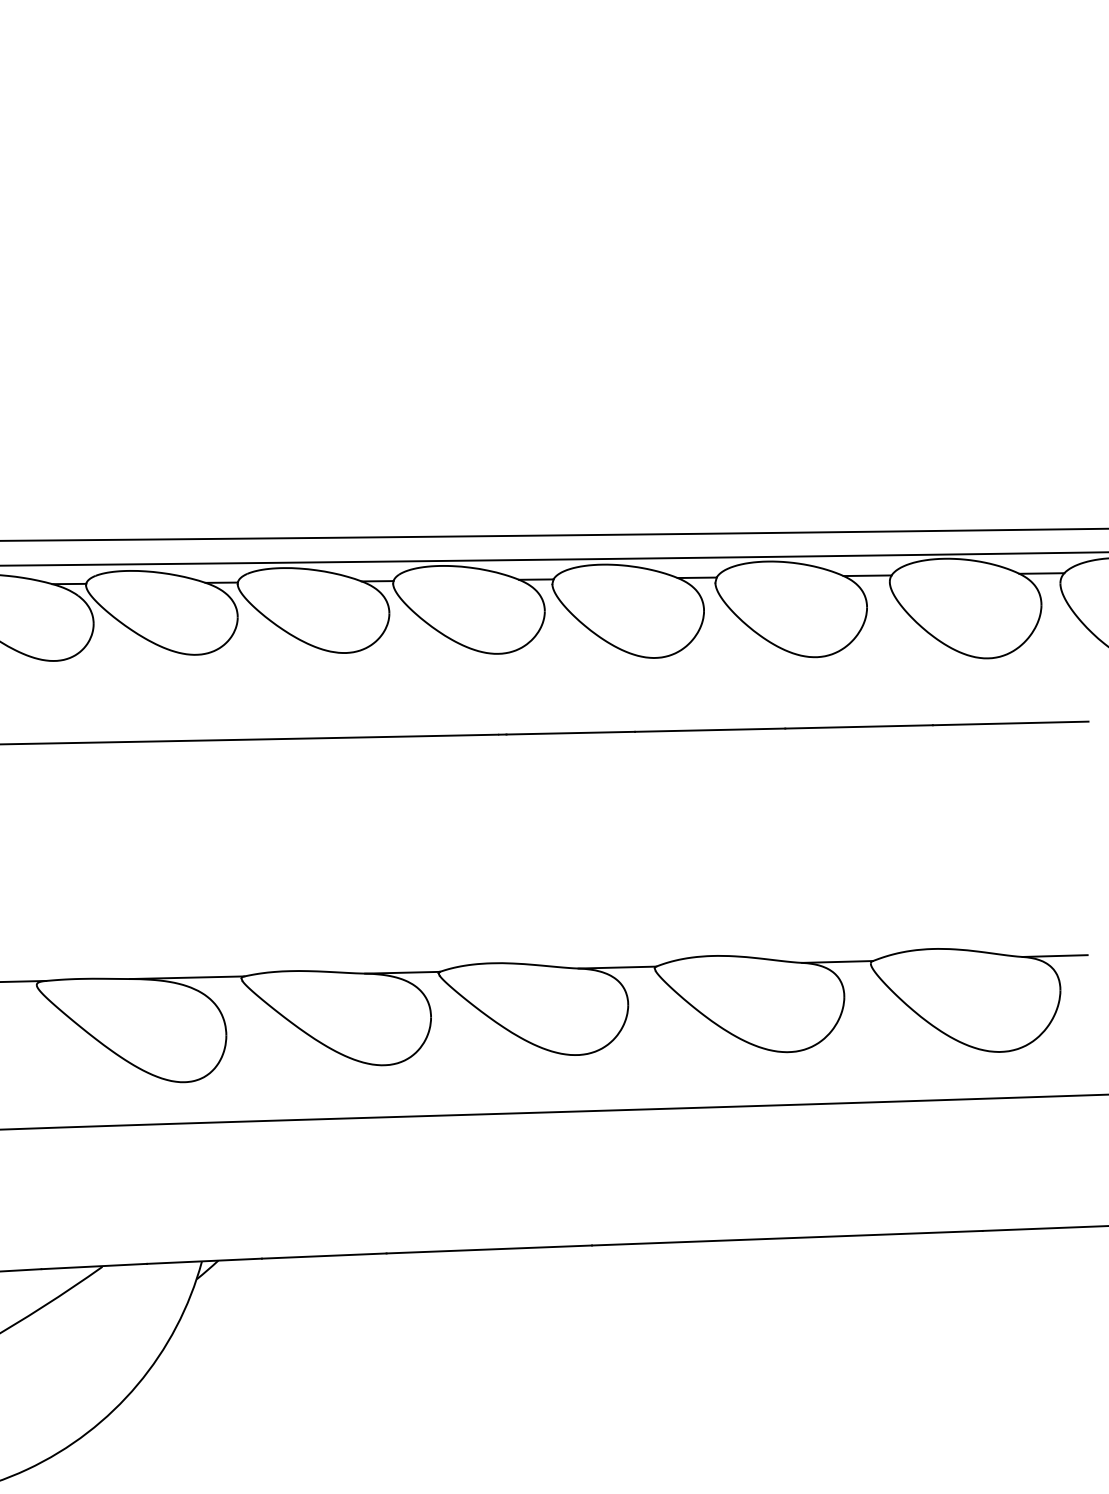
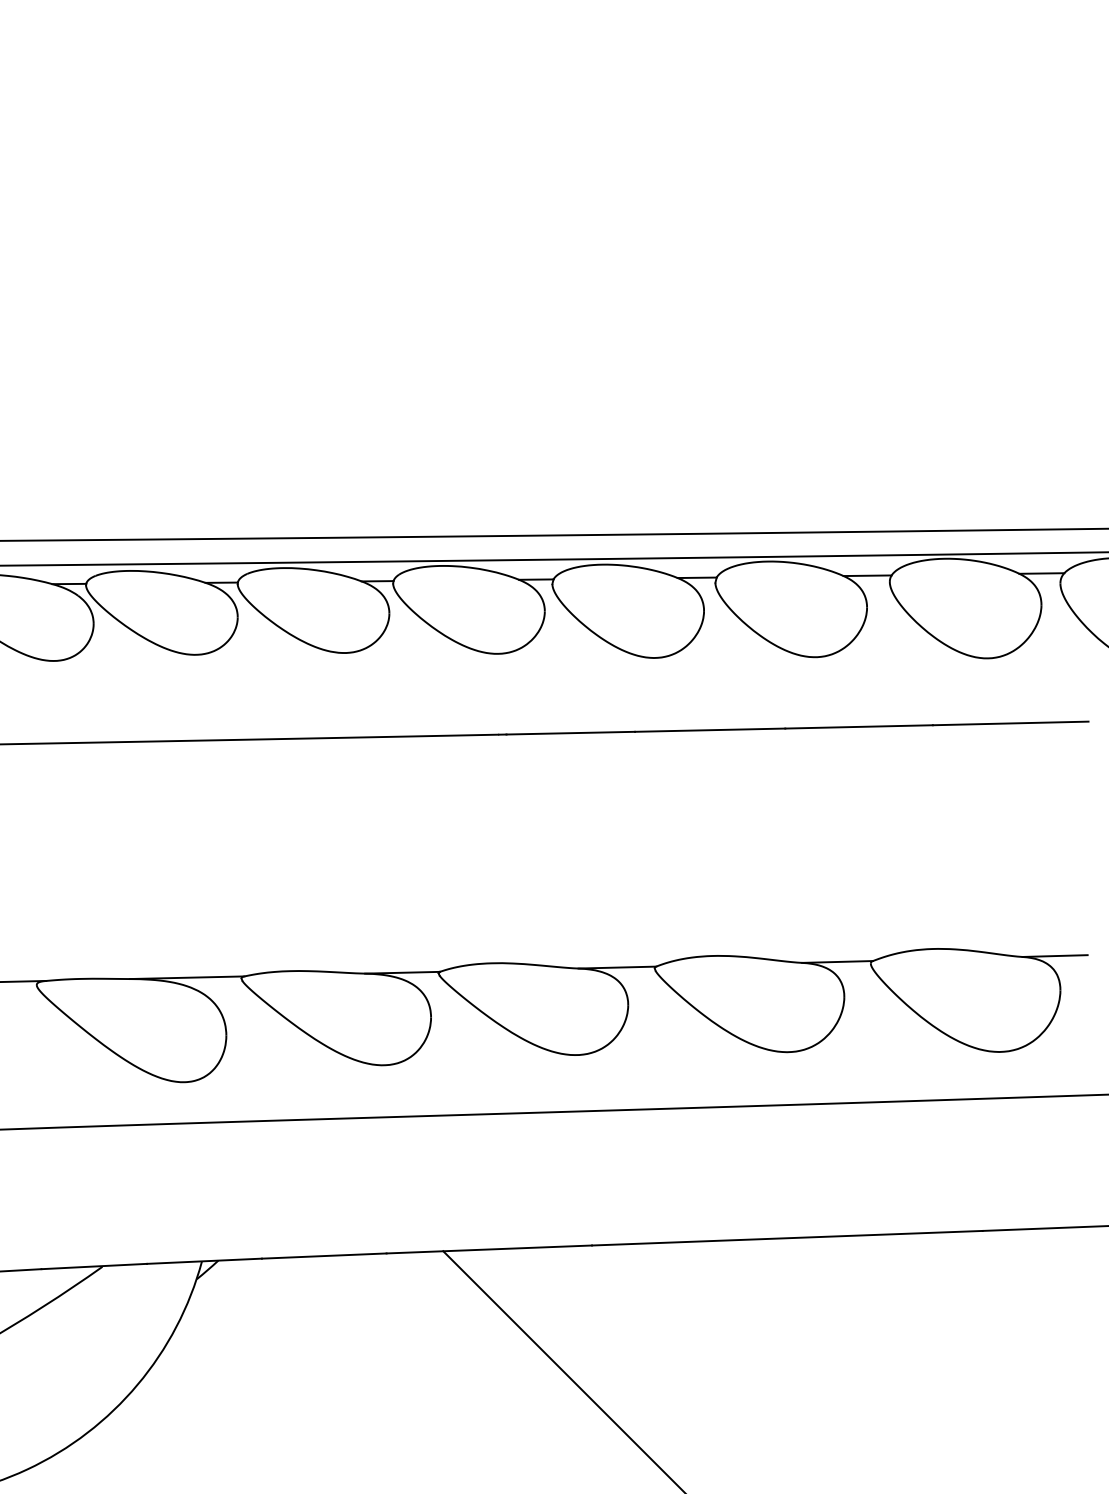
line at (562, 1370): none -> present
